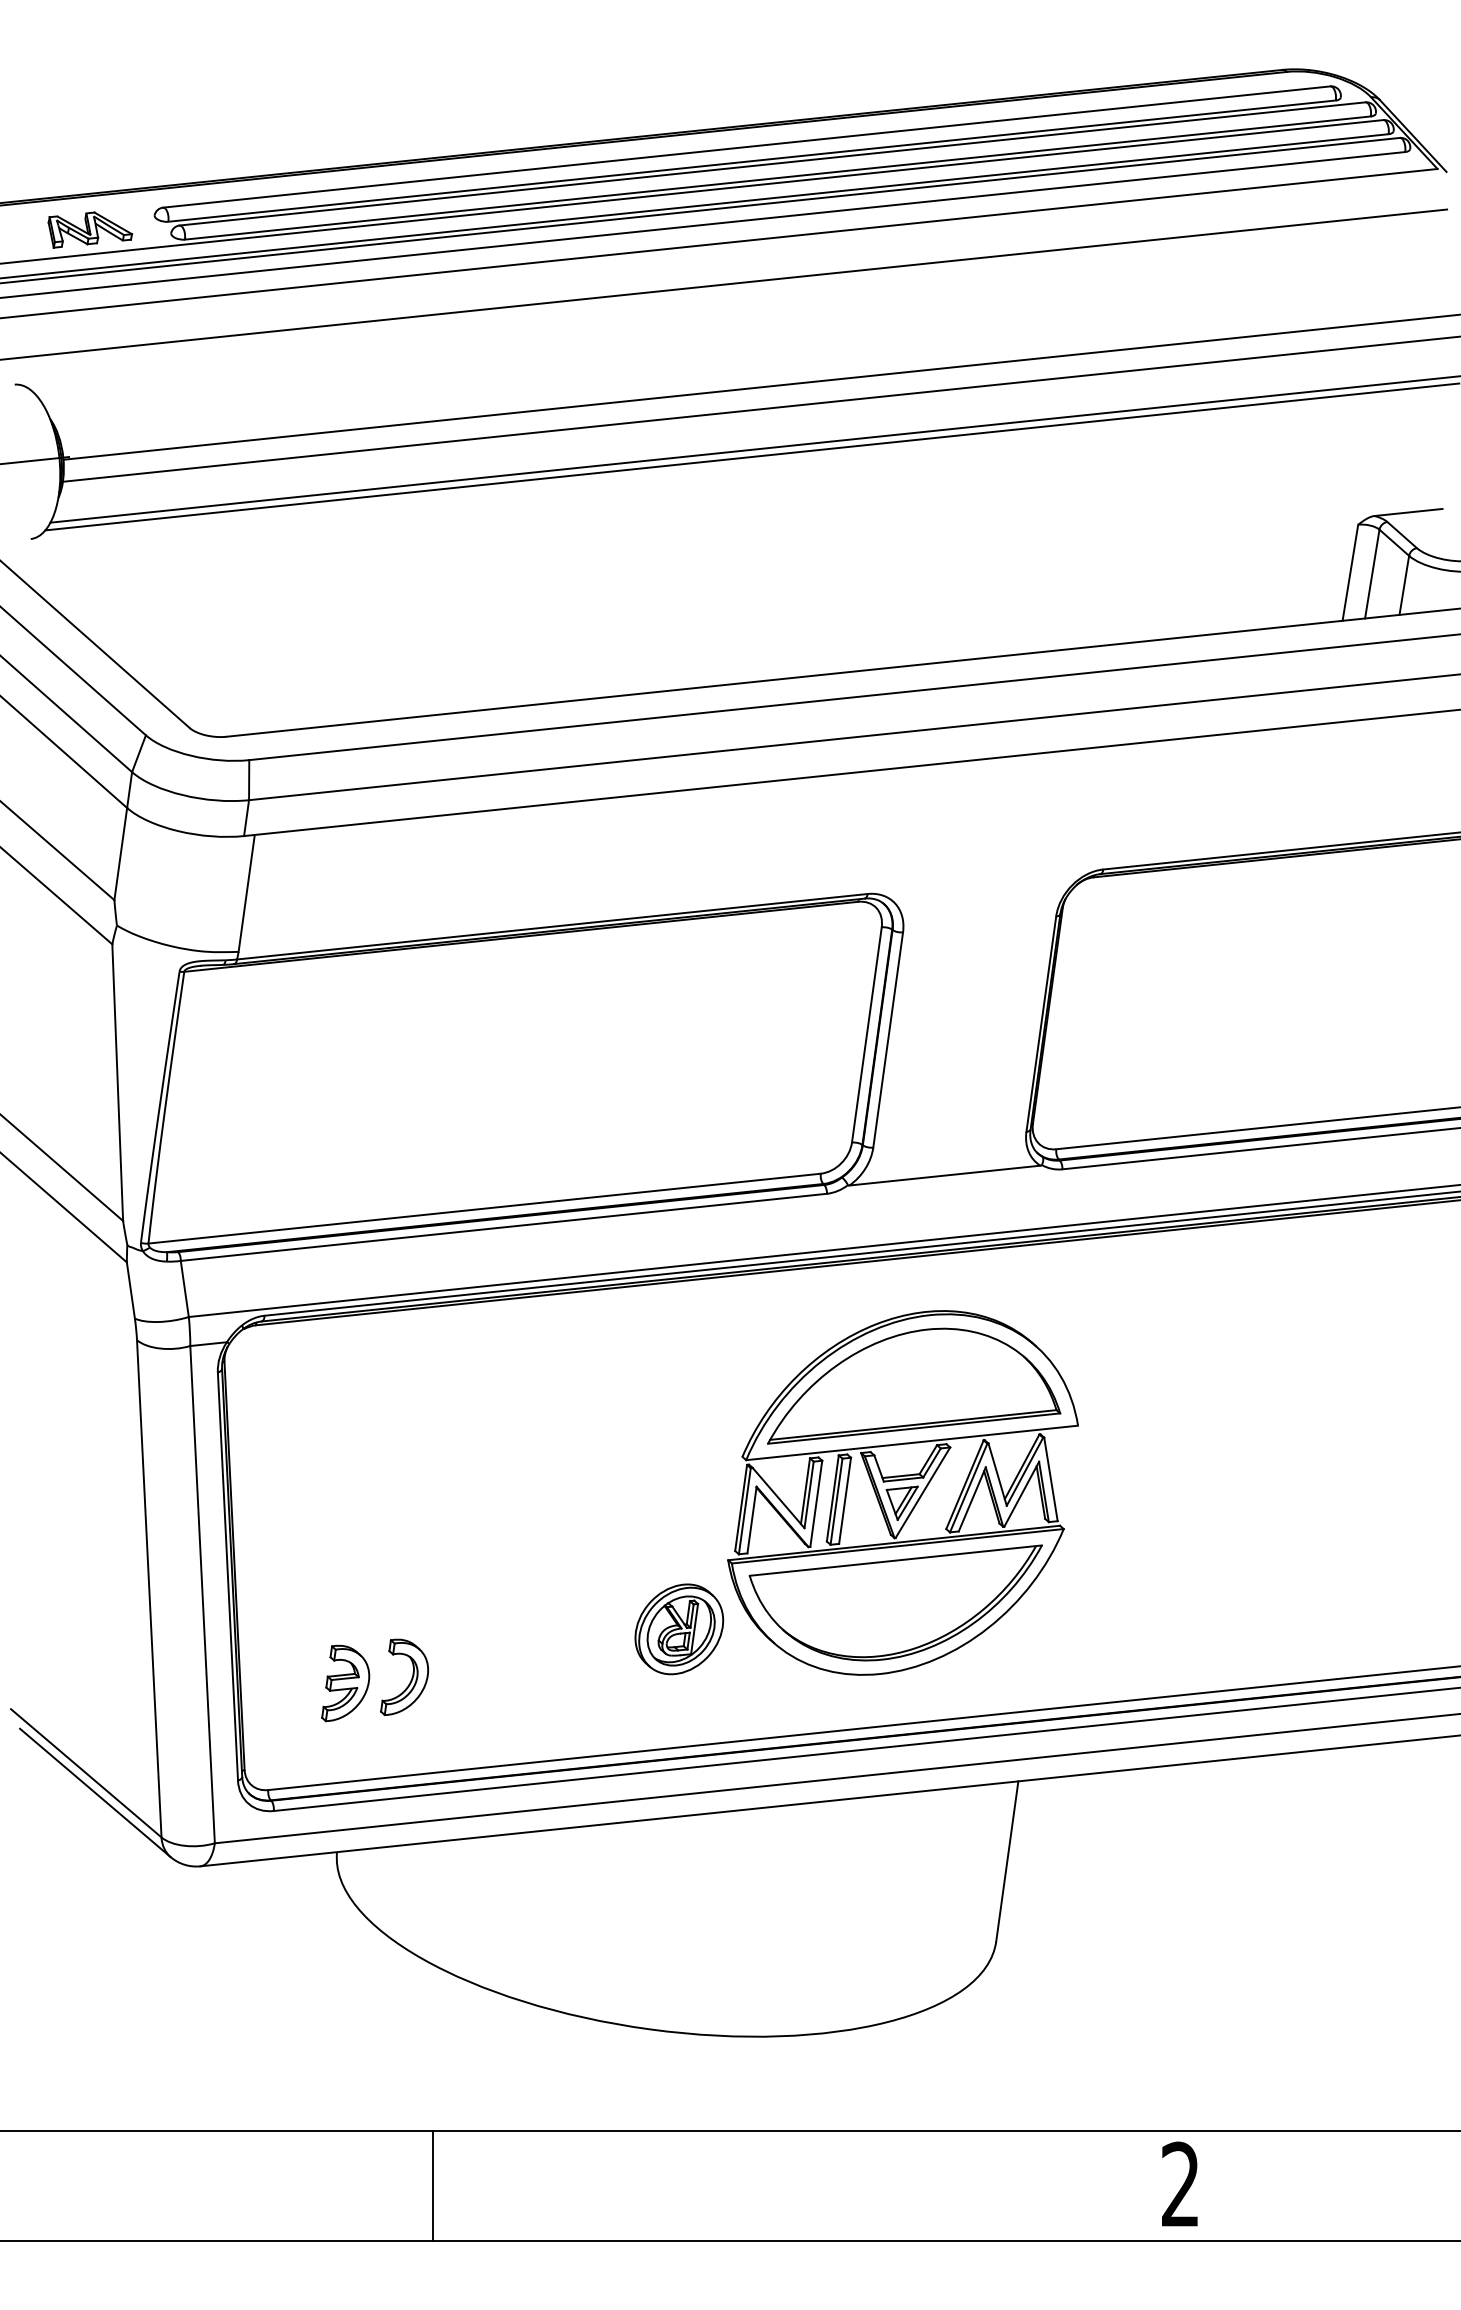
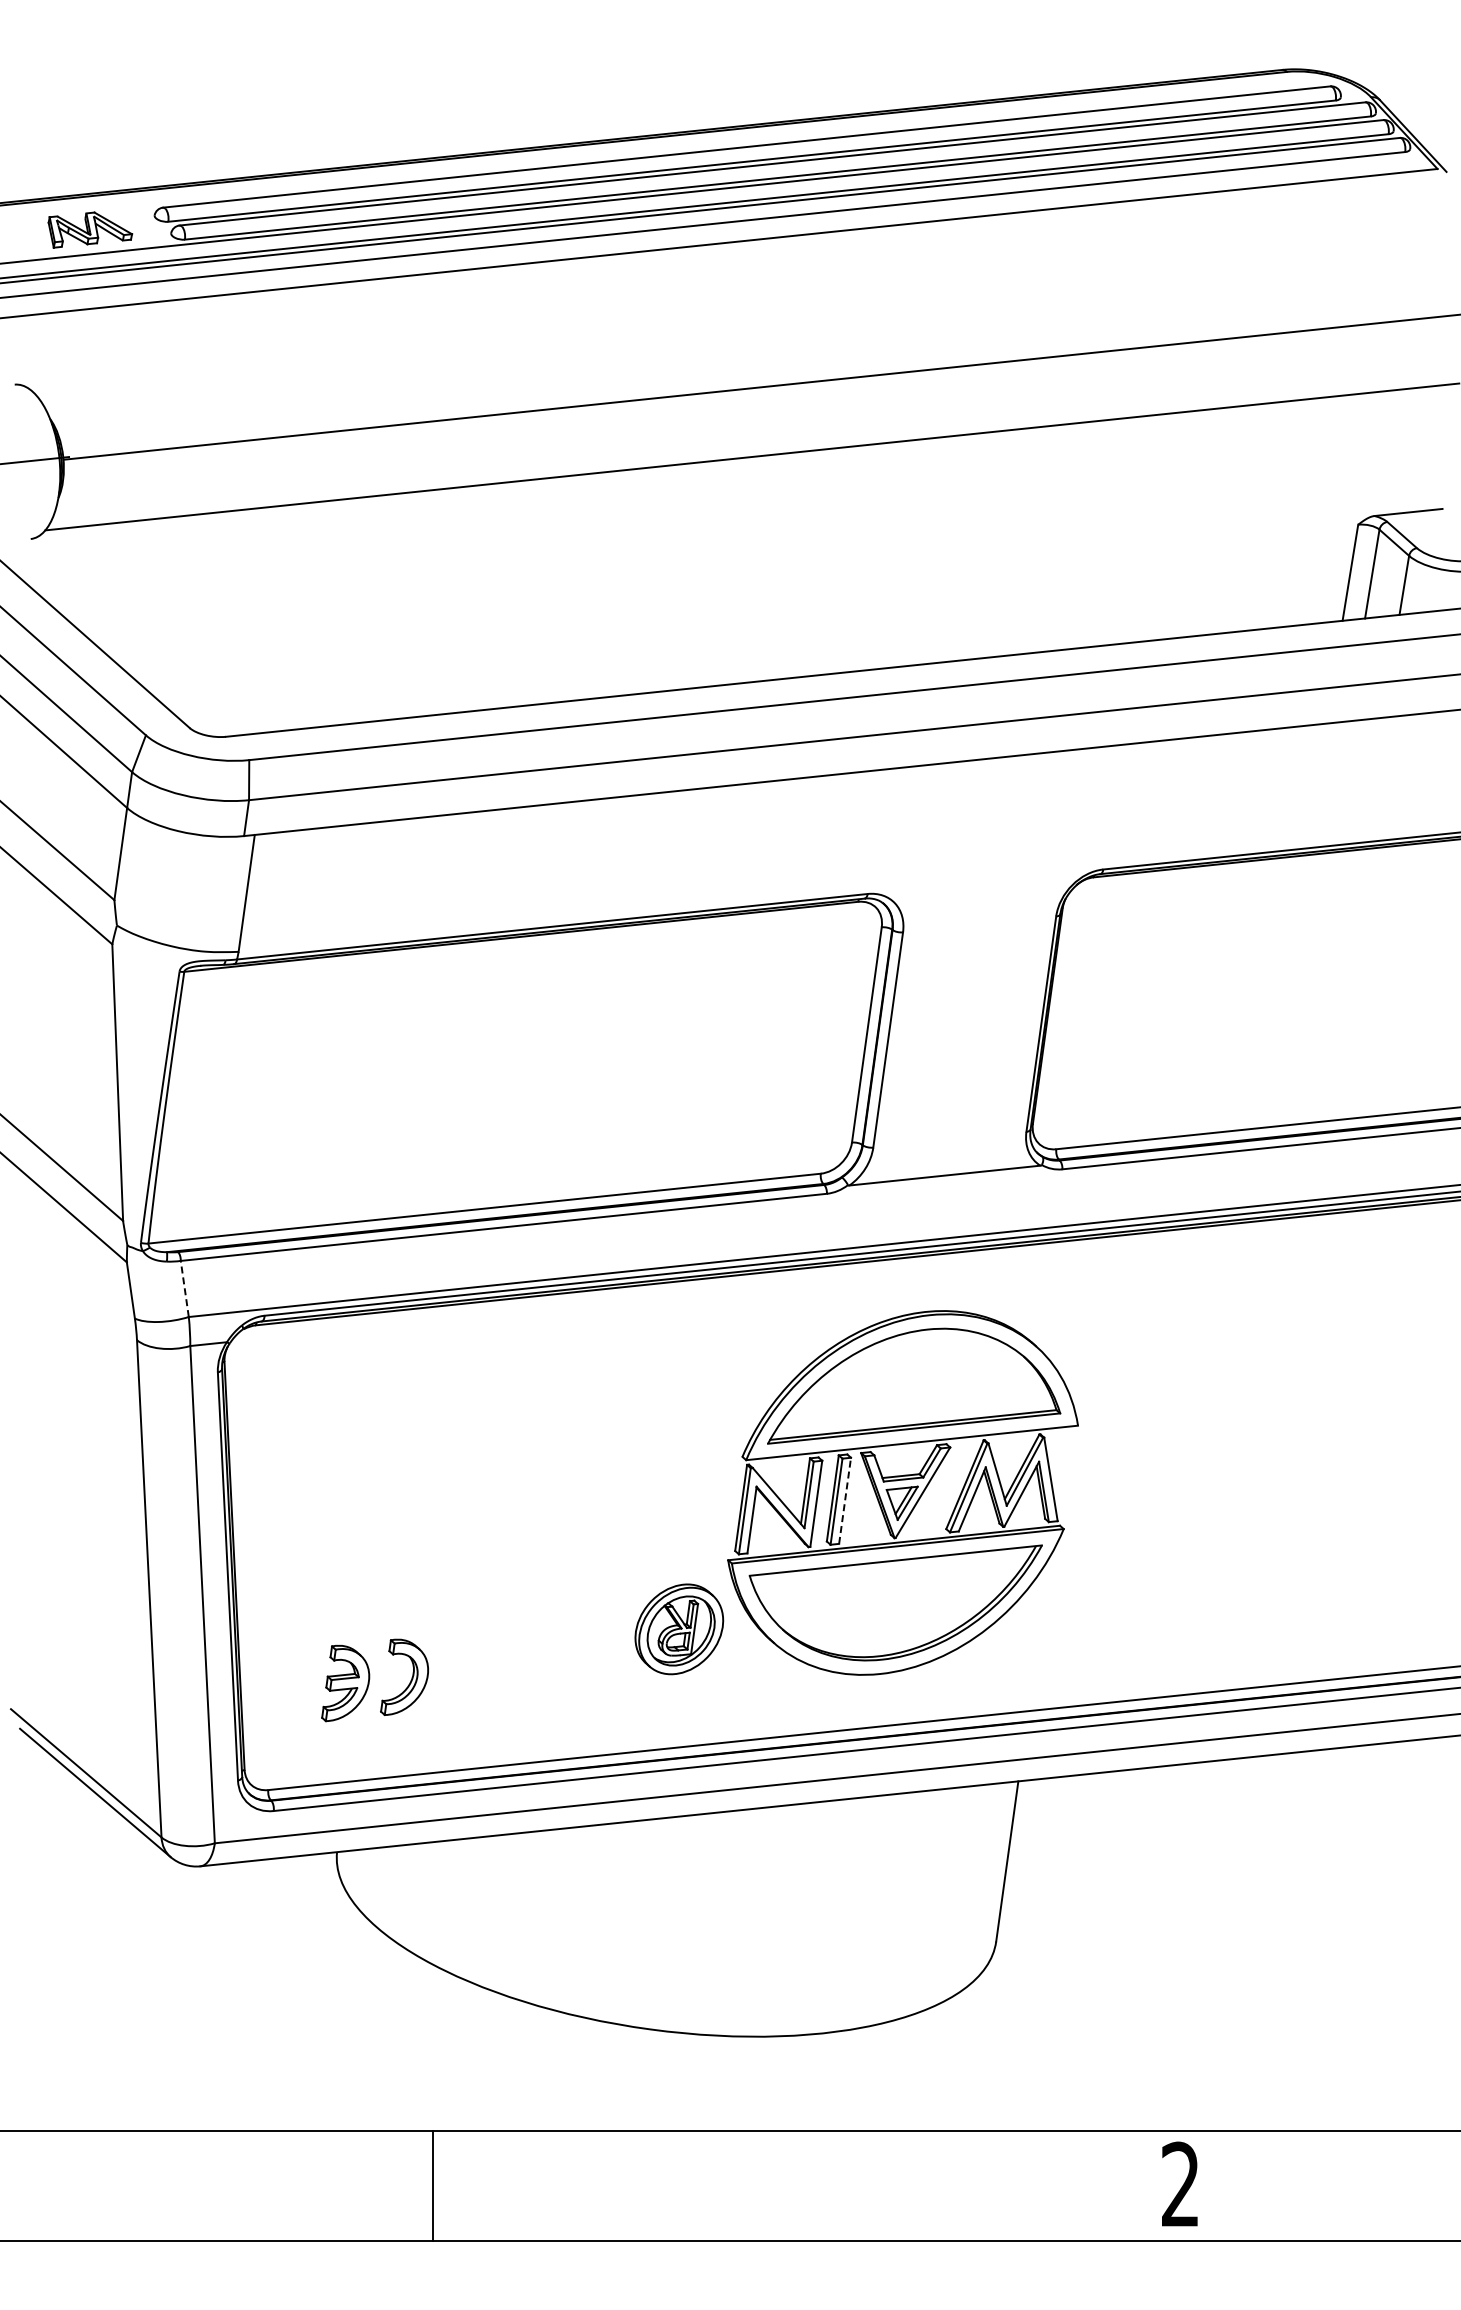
line at (724, 284): present -> none
line at (759, 408): present -> none
line at (753, 449): present -> none
line at (184, 1288): solid -> dashed
line at (845, 1500): solid -> dashed
